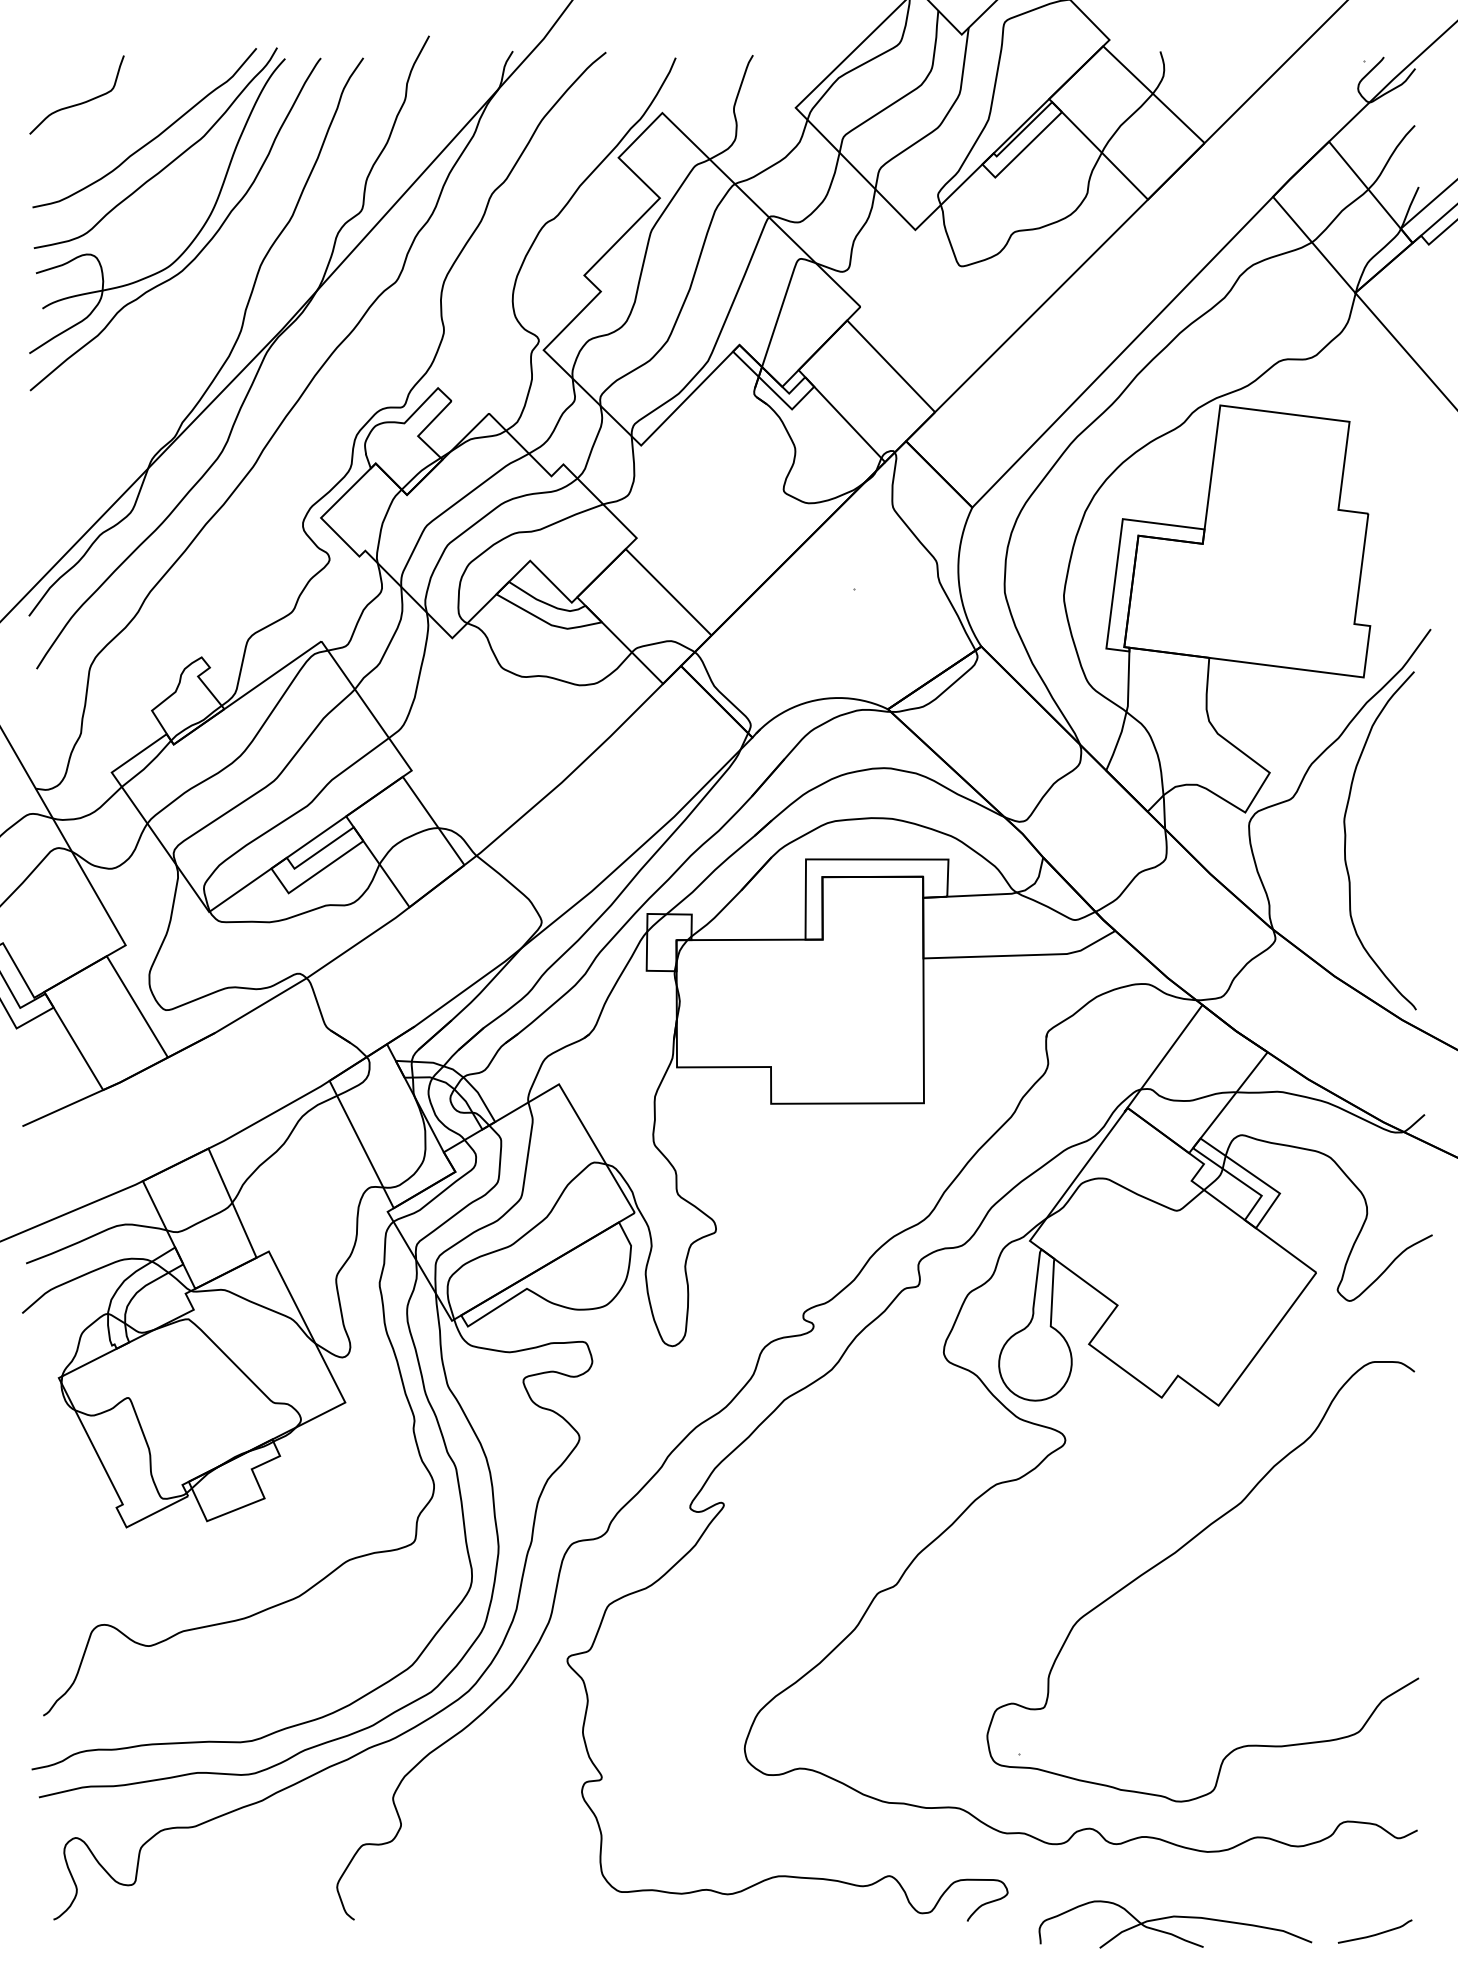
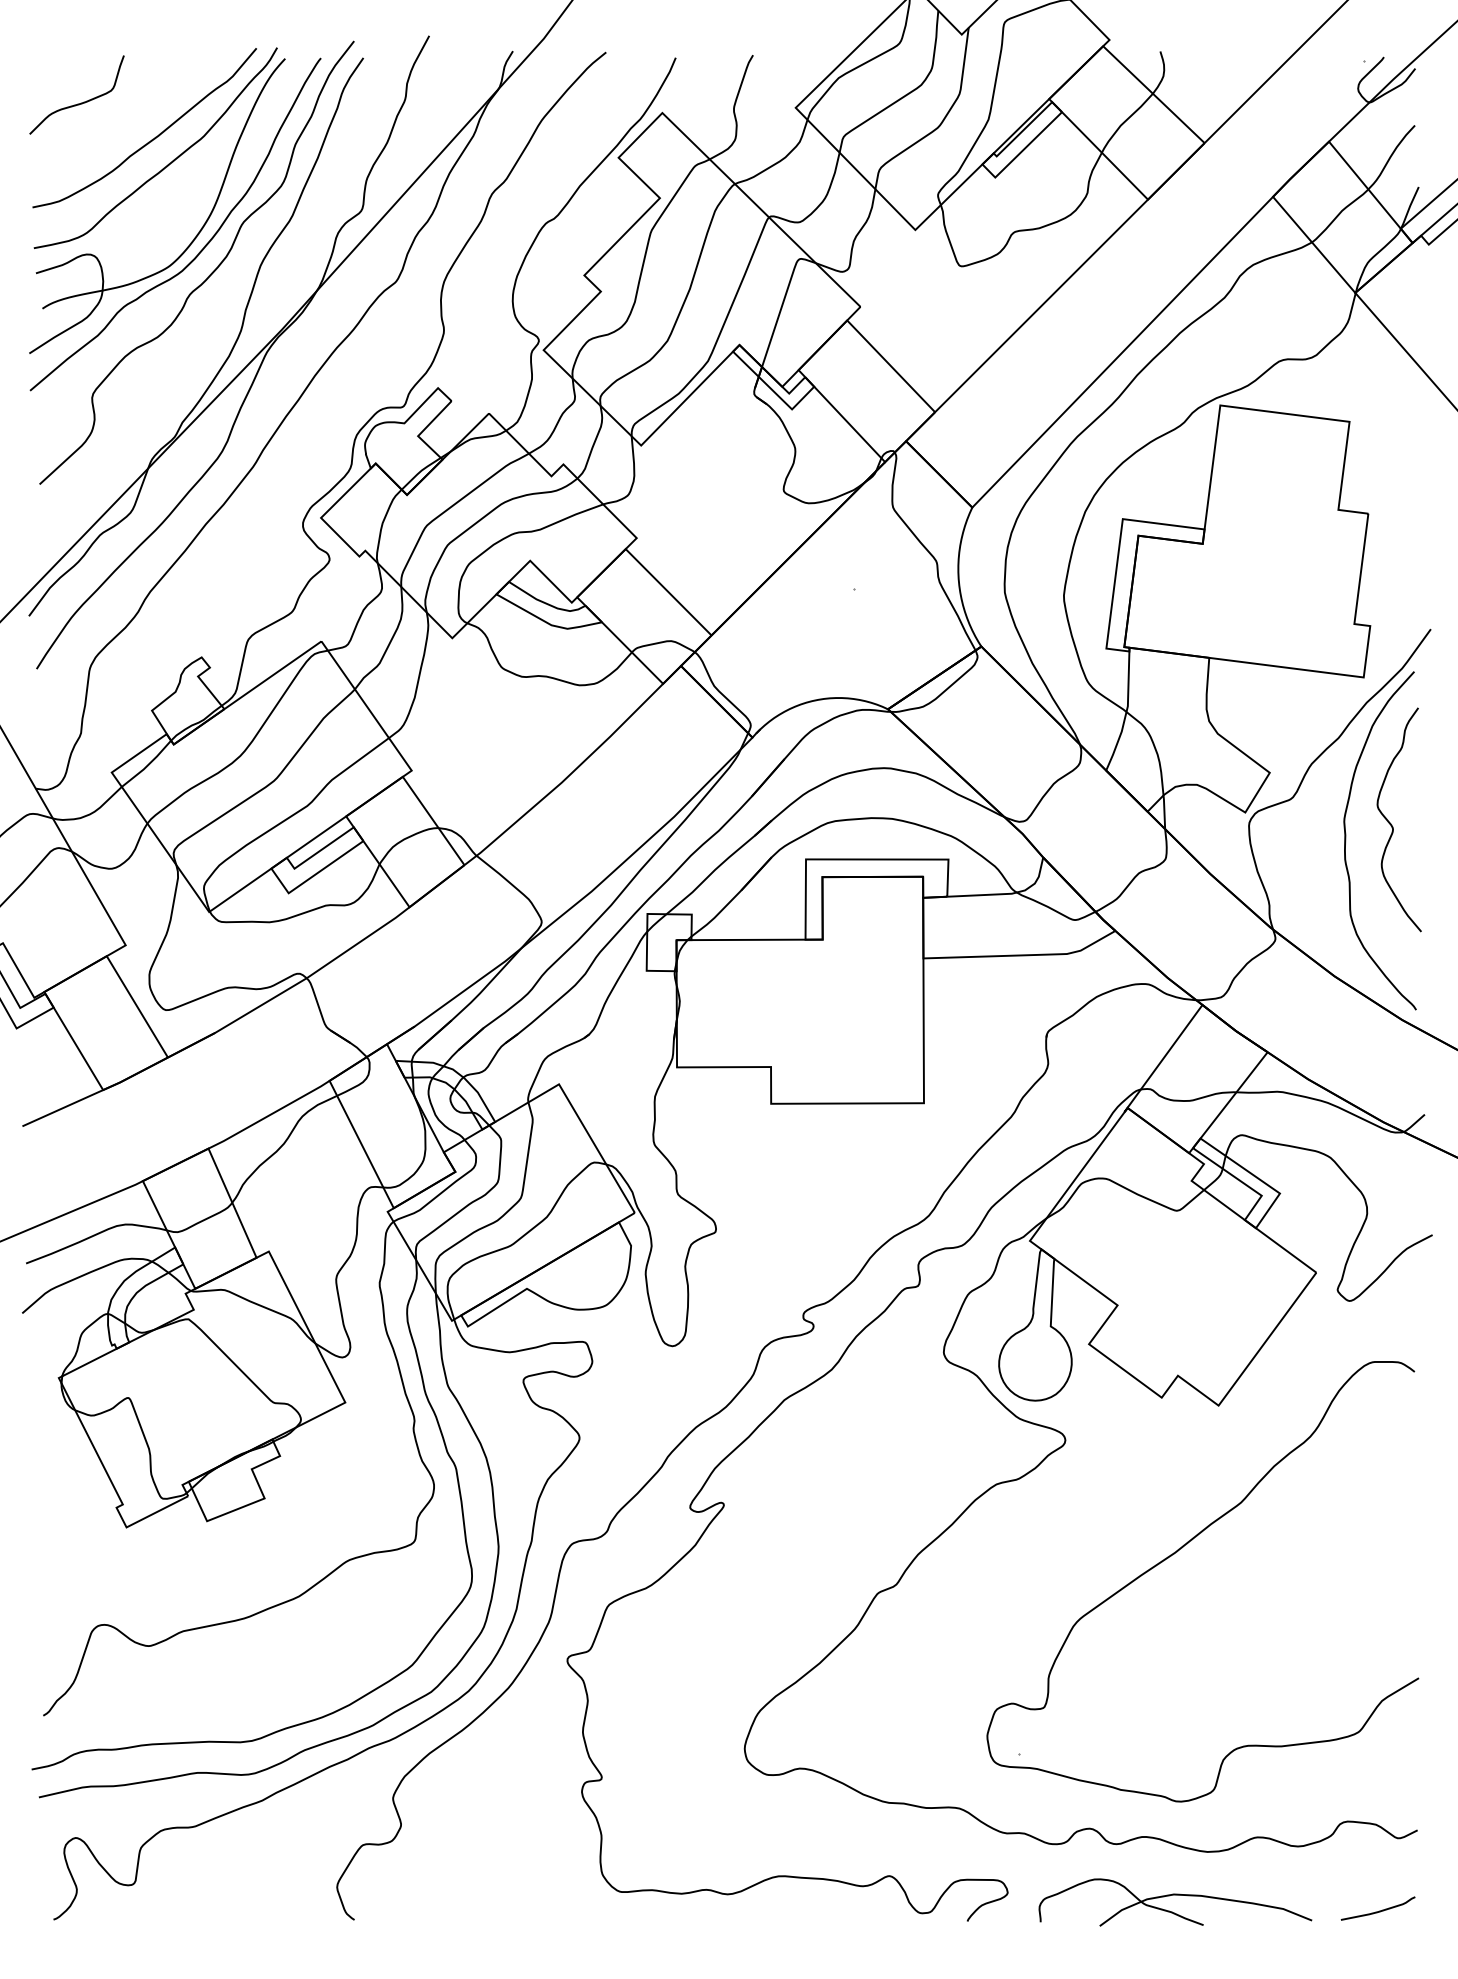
curve at (209, 274): none -> present
curve at (1391, 823): none -> present
part at (1175, 1917) position: (1175, 1917) -> (1175, 1895)
curve at (1376, 1933) position: (1376, 1933) -> (1379, 1910)
